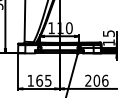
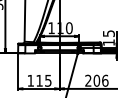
text at (39, 80): 165 -> 115
